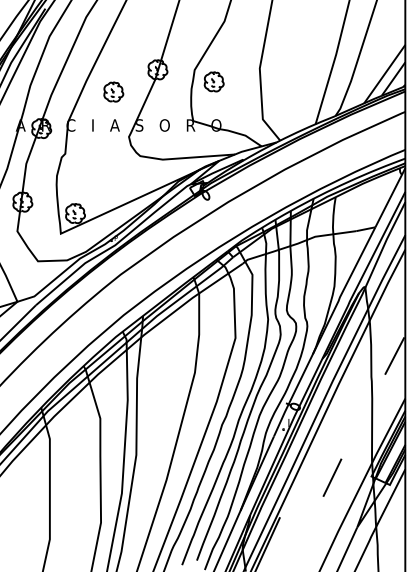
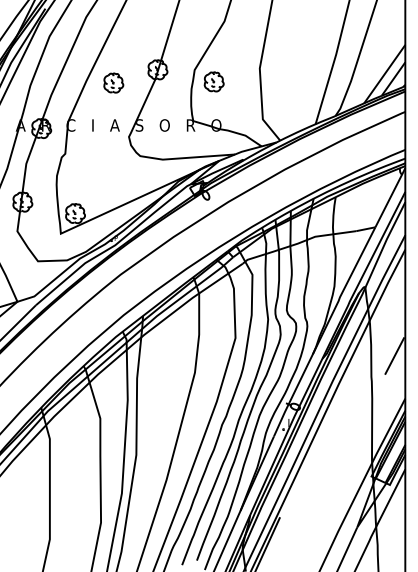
part at (113, 91) position: (113, 91) -> (113, 82)
line at (332, 477): present -> none
